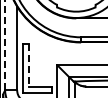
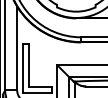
line at (5, 45): dashed -> solid
line at (29, 65): dashed -> solid
